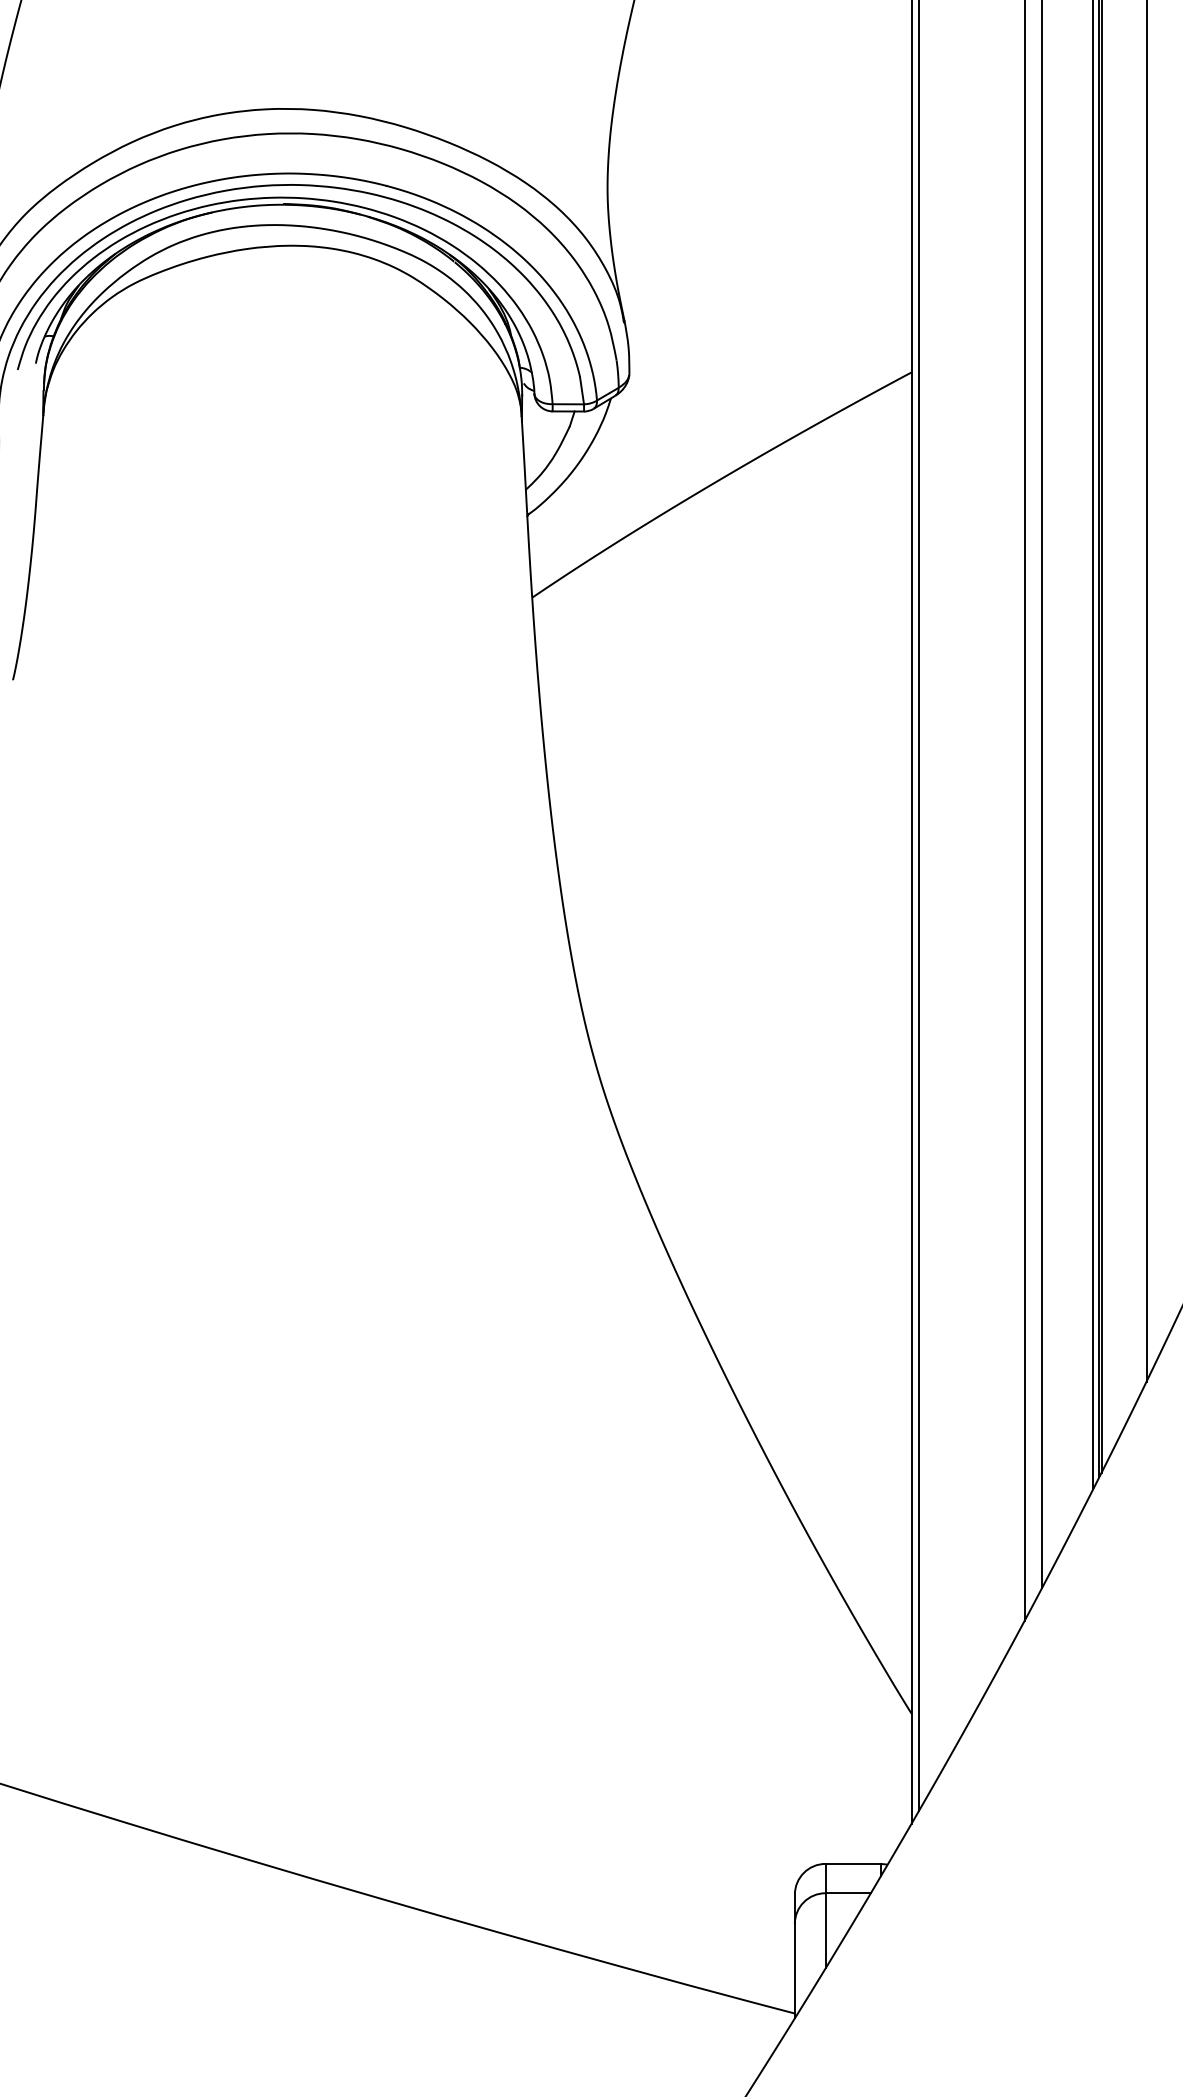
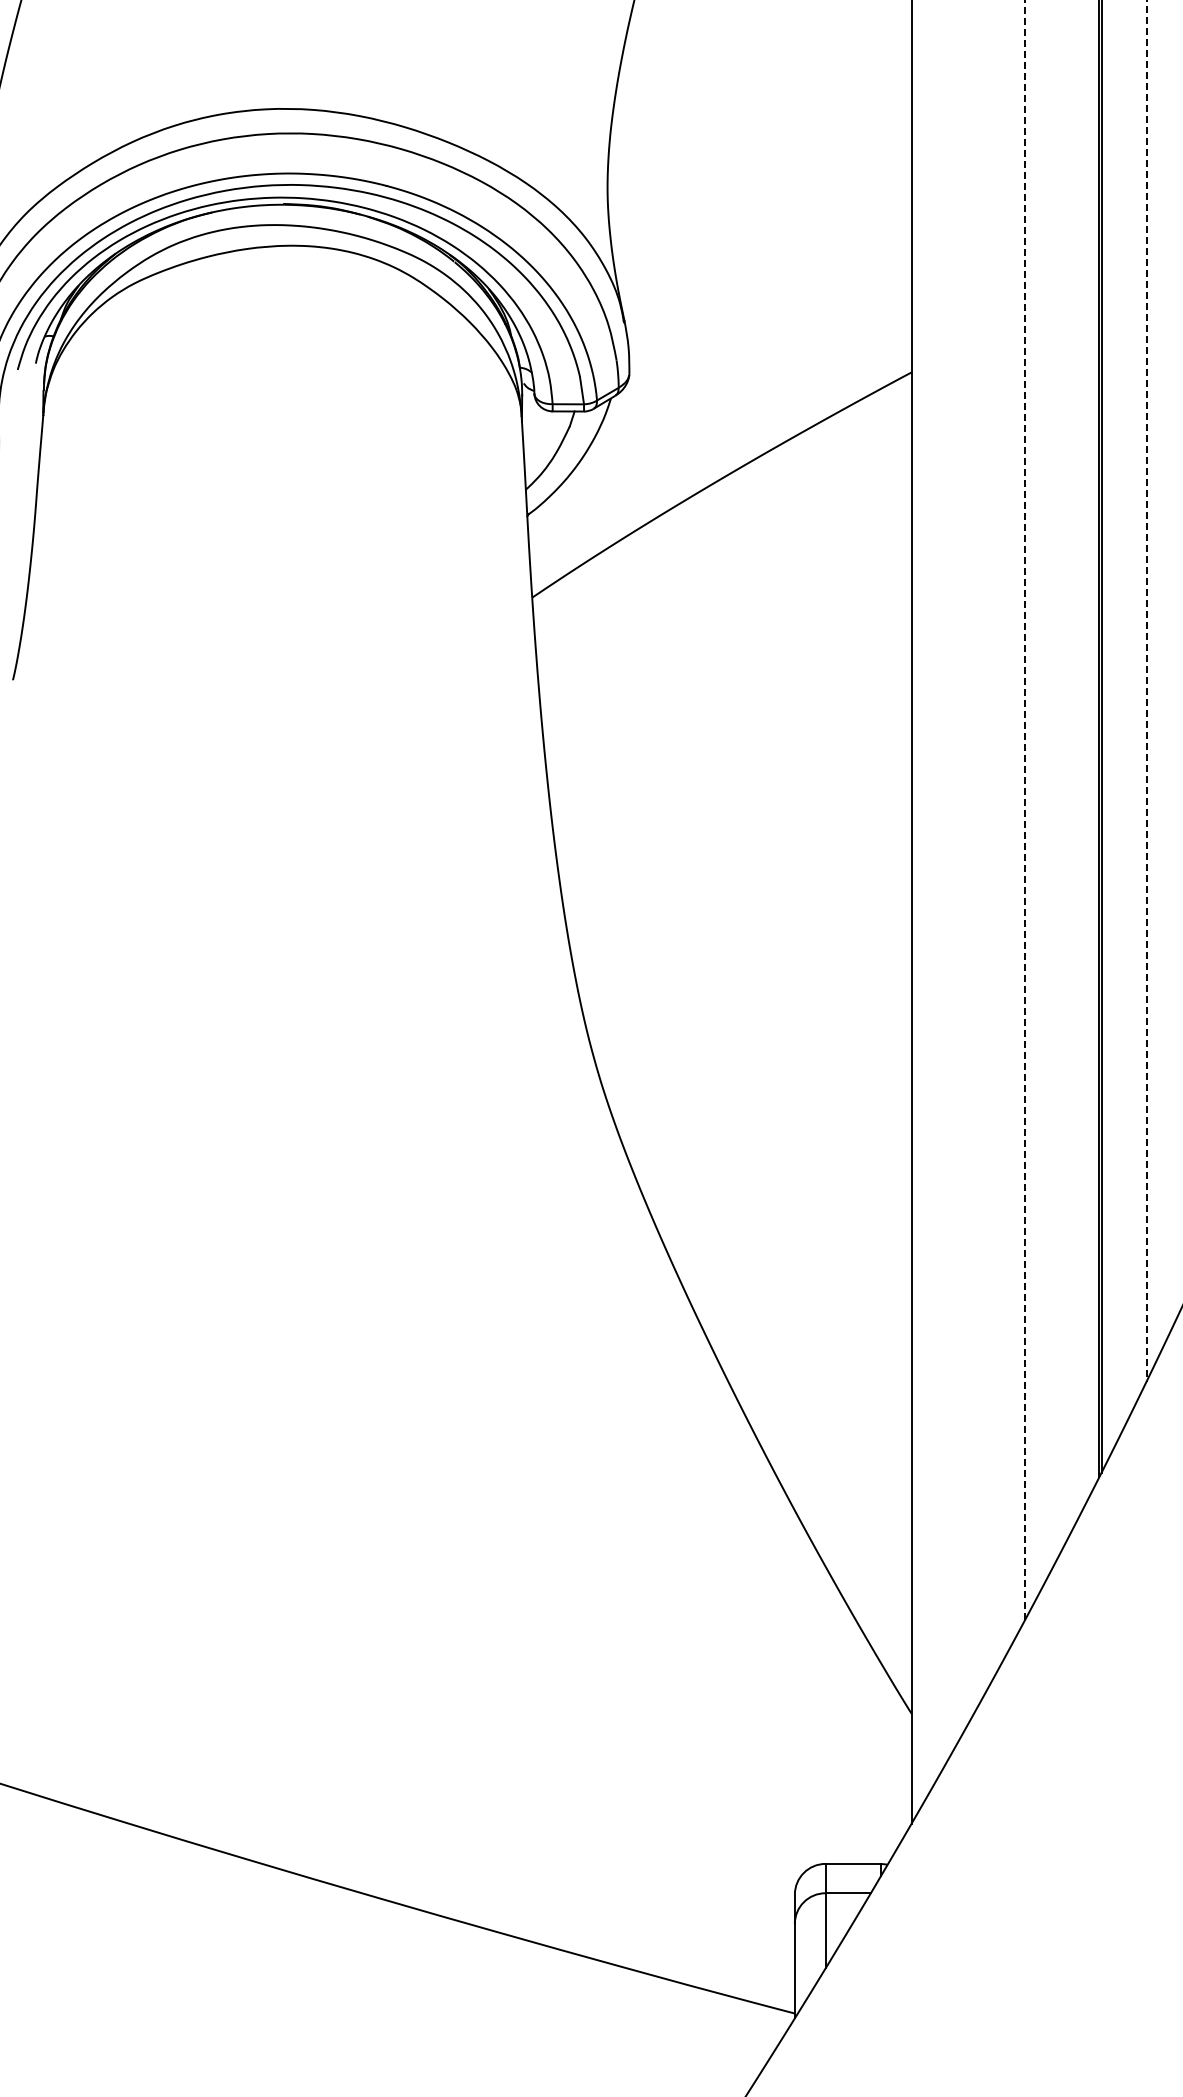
line at (1146, 692): solid -> dashed
line at (1093, 745): present -> none
line at (1042, 794): present -> none
line at (1024, 811): solid -> dashed
line at (918, 906): present -> none
